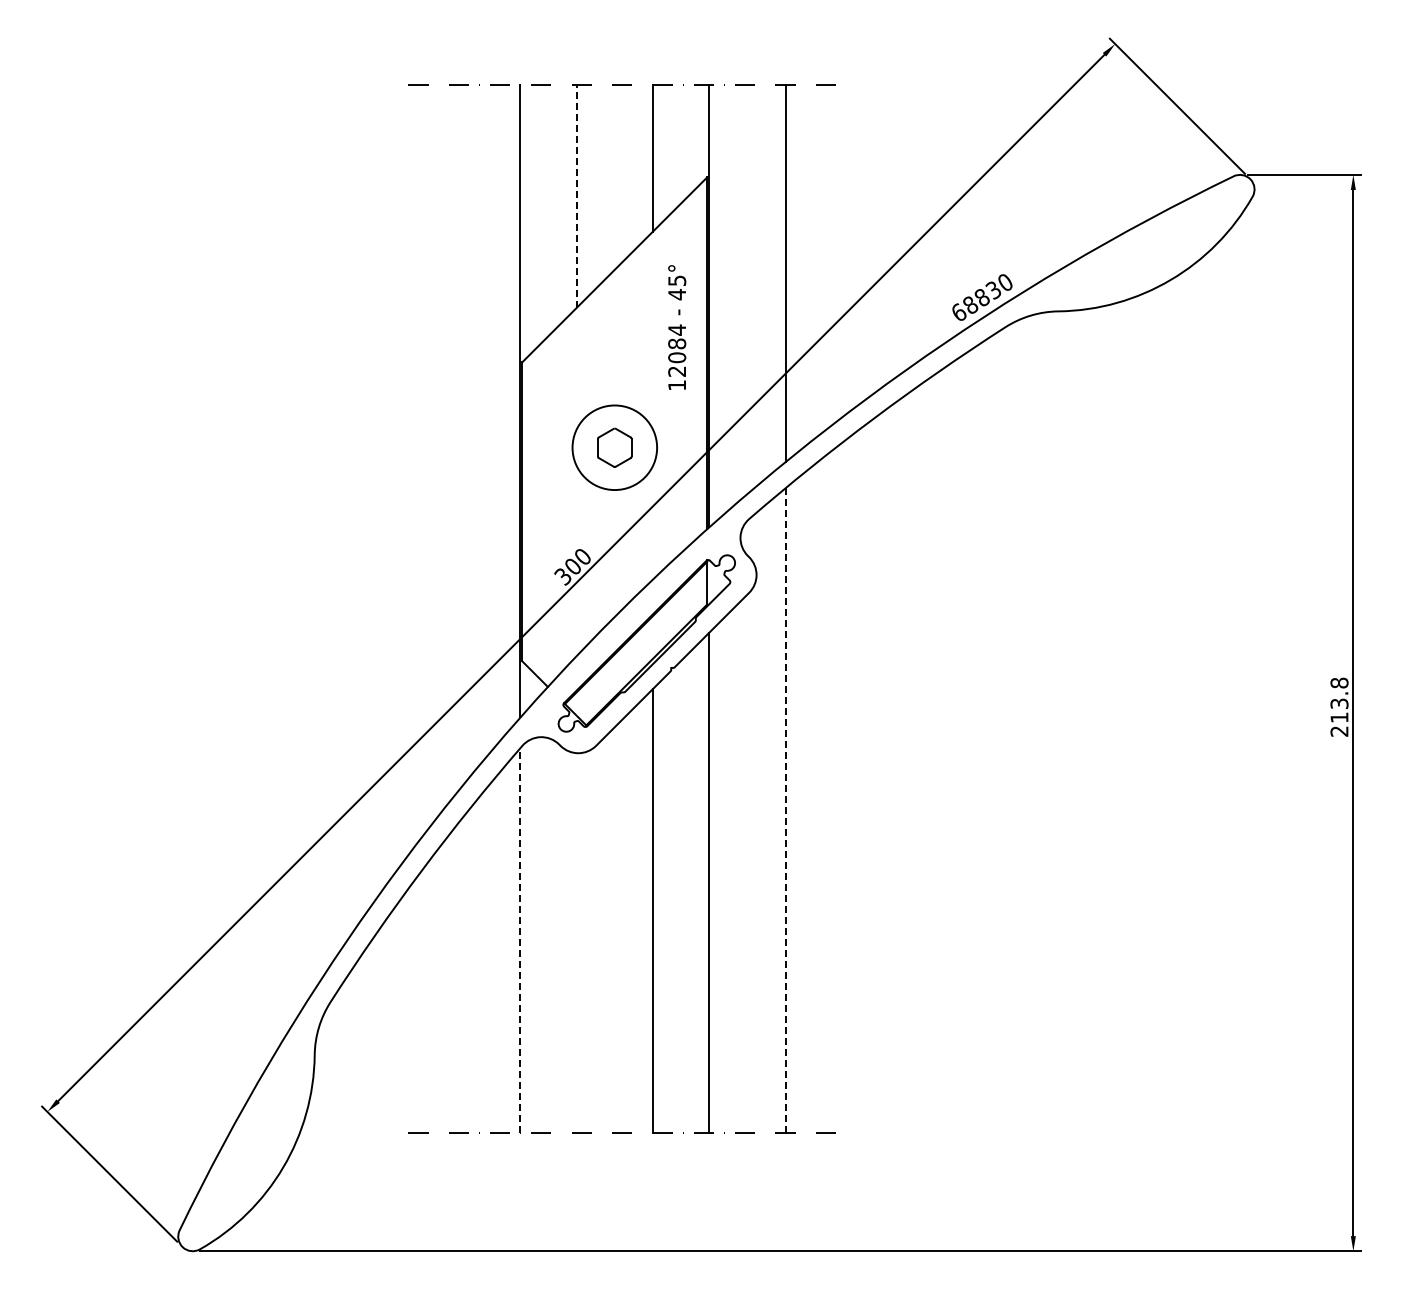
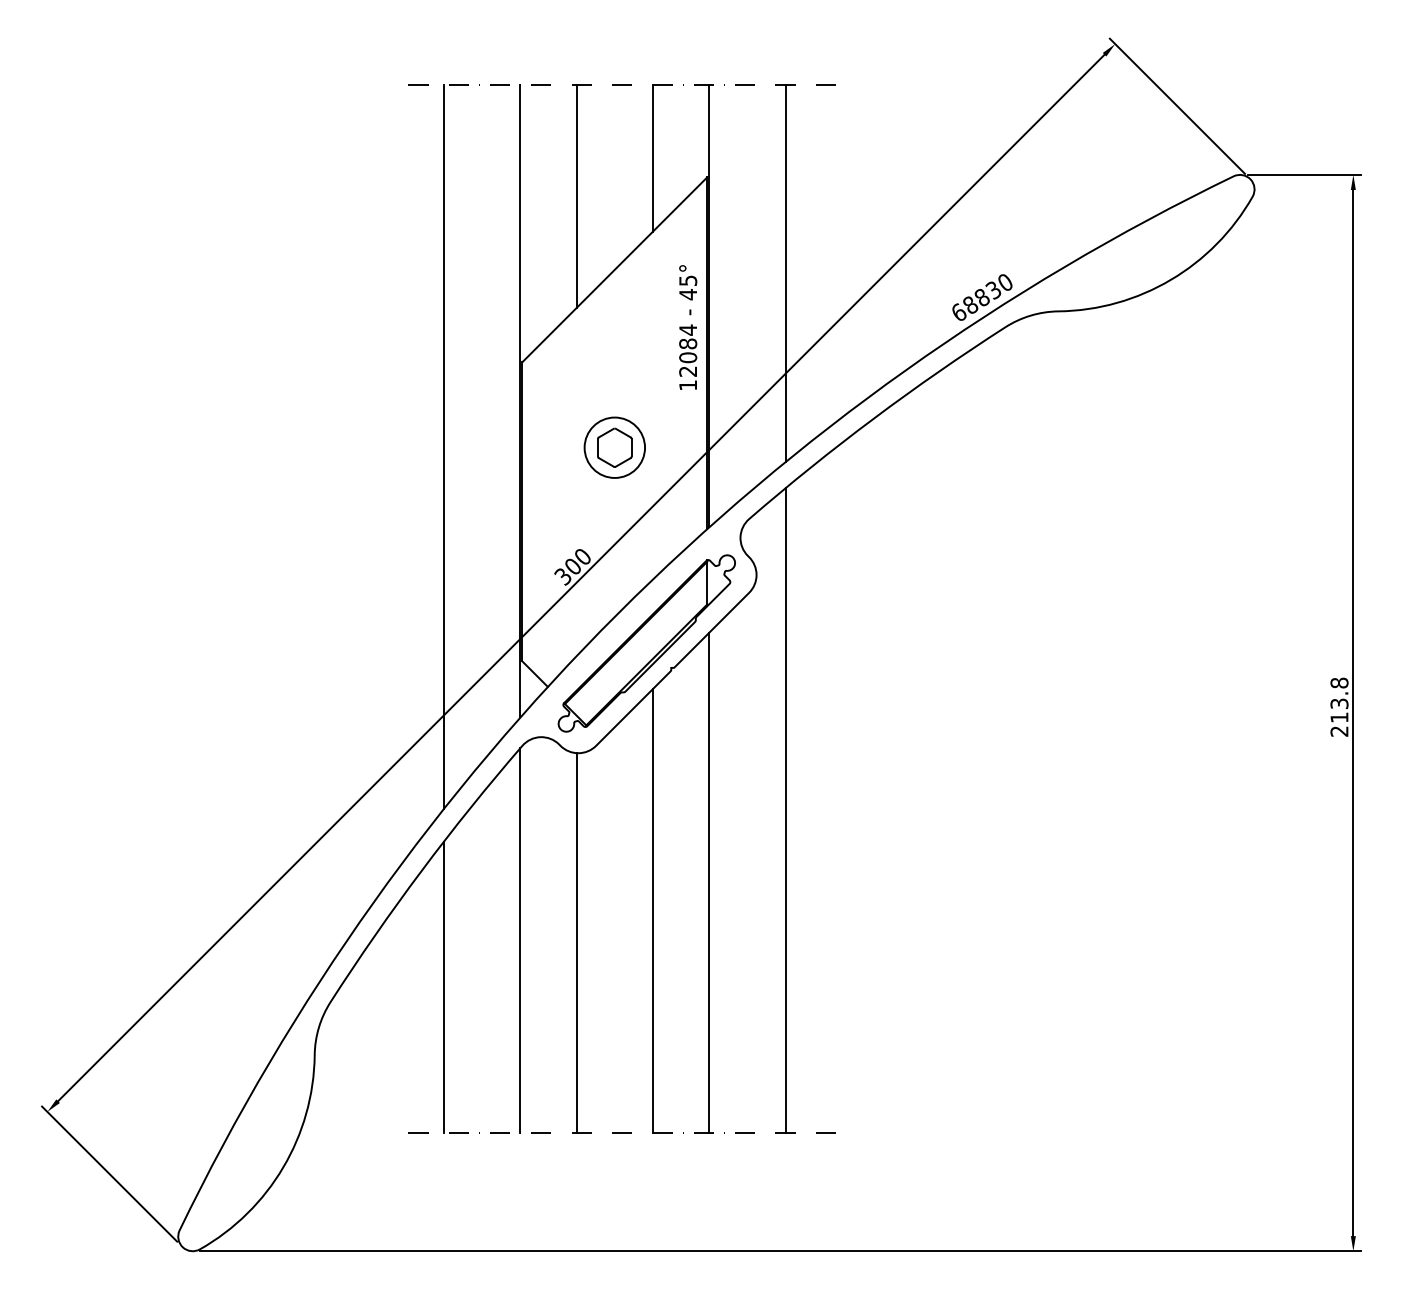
line at (577, 195): dashed -> solid
text at (677, 327) position: (677, 327) -> (688, 327)
line at (443, 446): none -> present
circle at (614, 447) diameter: 85 px -> 60 px
line at (785, 809): dashed -> solid
line at (520, 939): dashed -> solid
line at (577, 942): none -> present
line at (443, 986): none -> present
